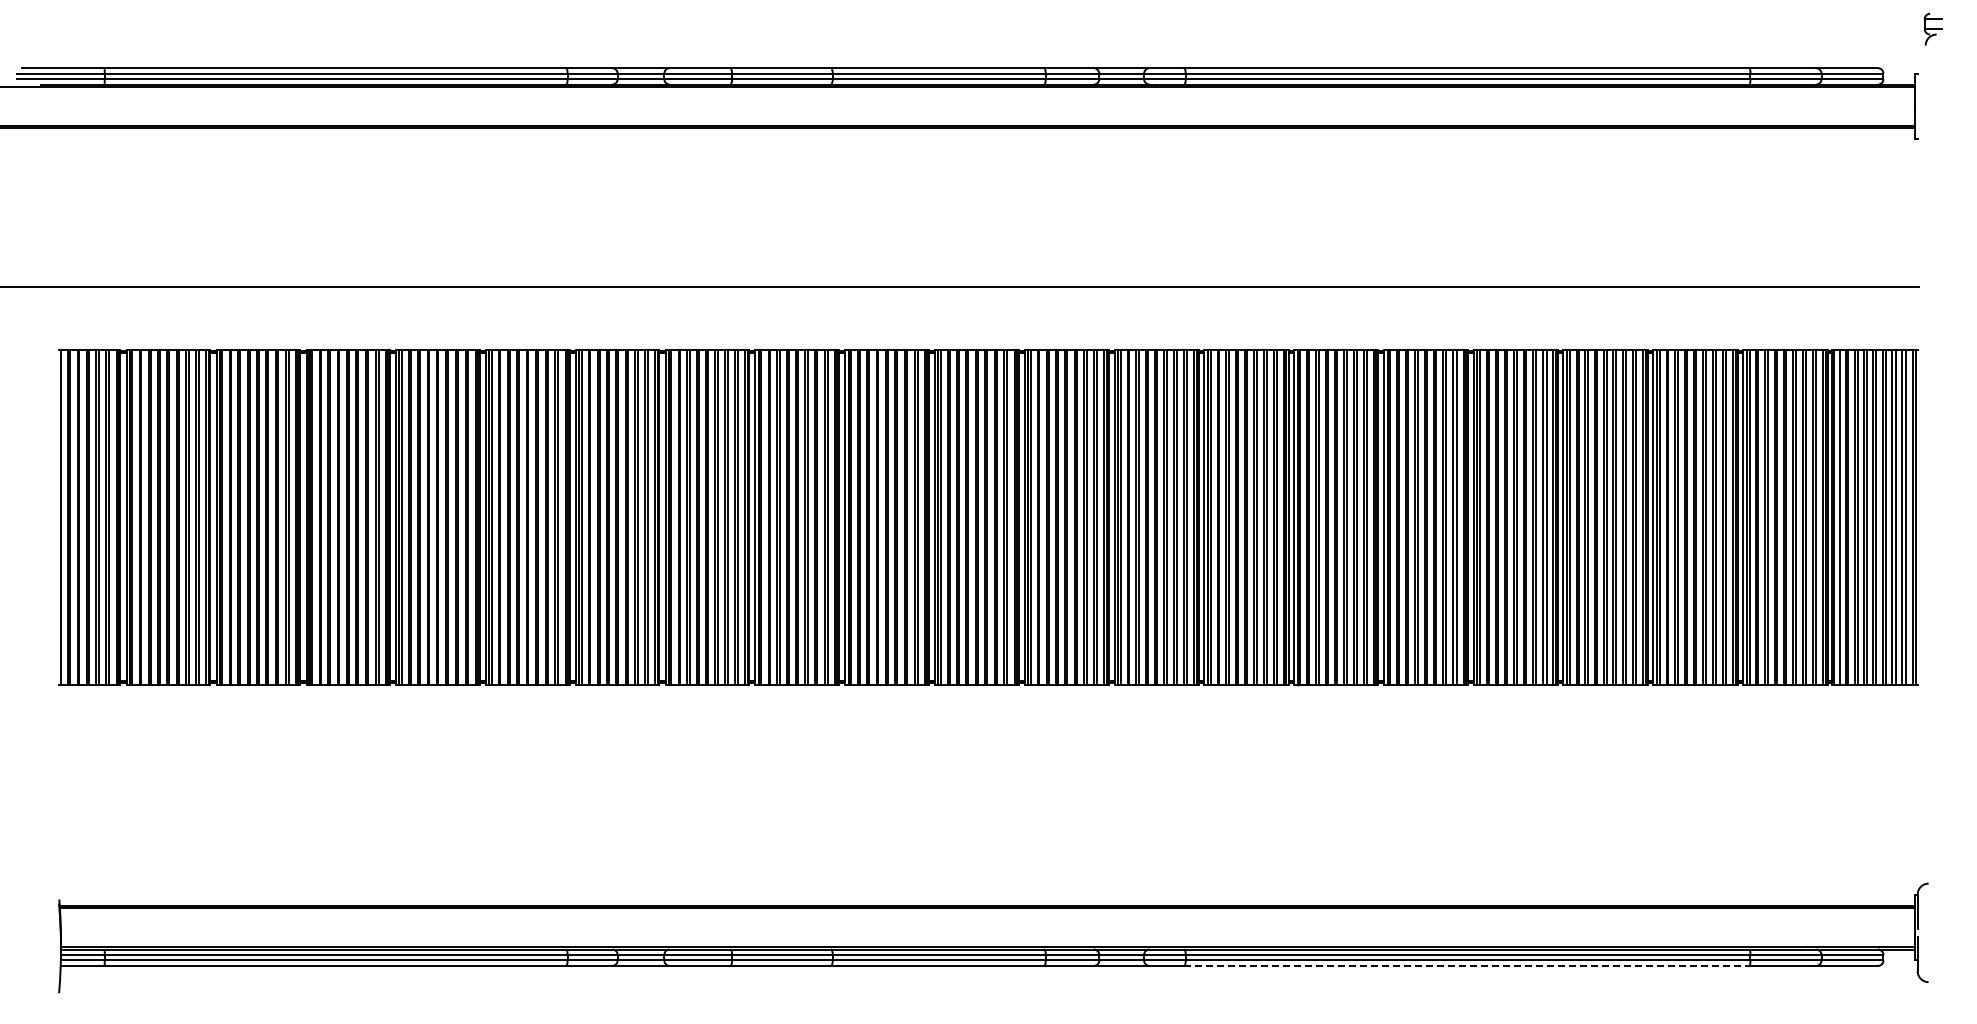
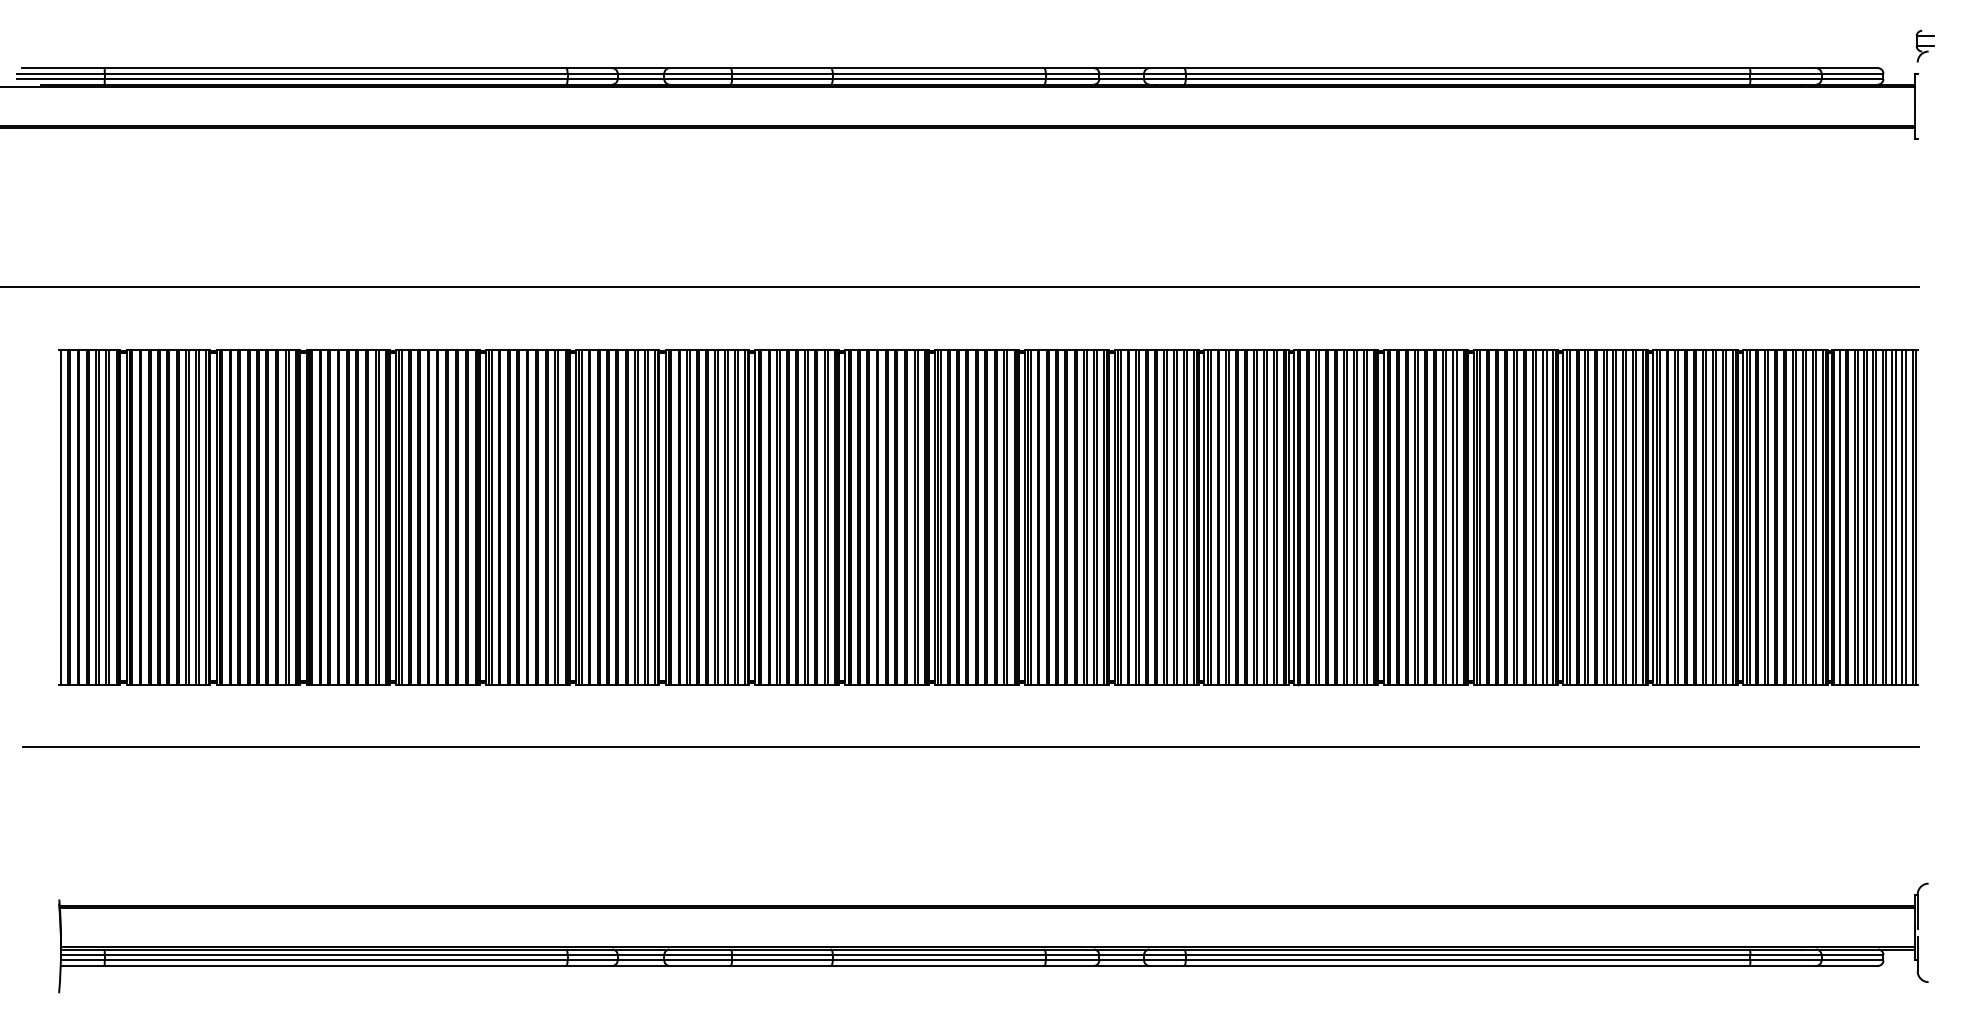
part at (1932, 28) position: (1932, 28) -> (1924, 45)
line at (970, 746): none -> present
line at (1466, 965): dashed -> solid
